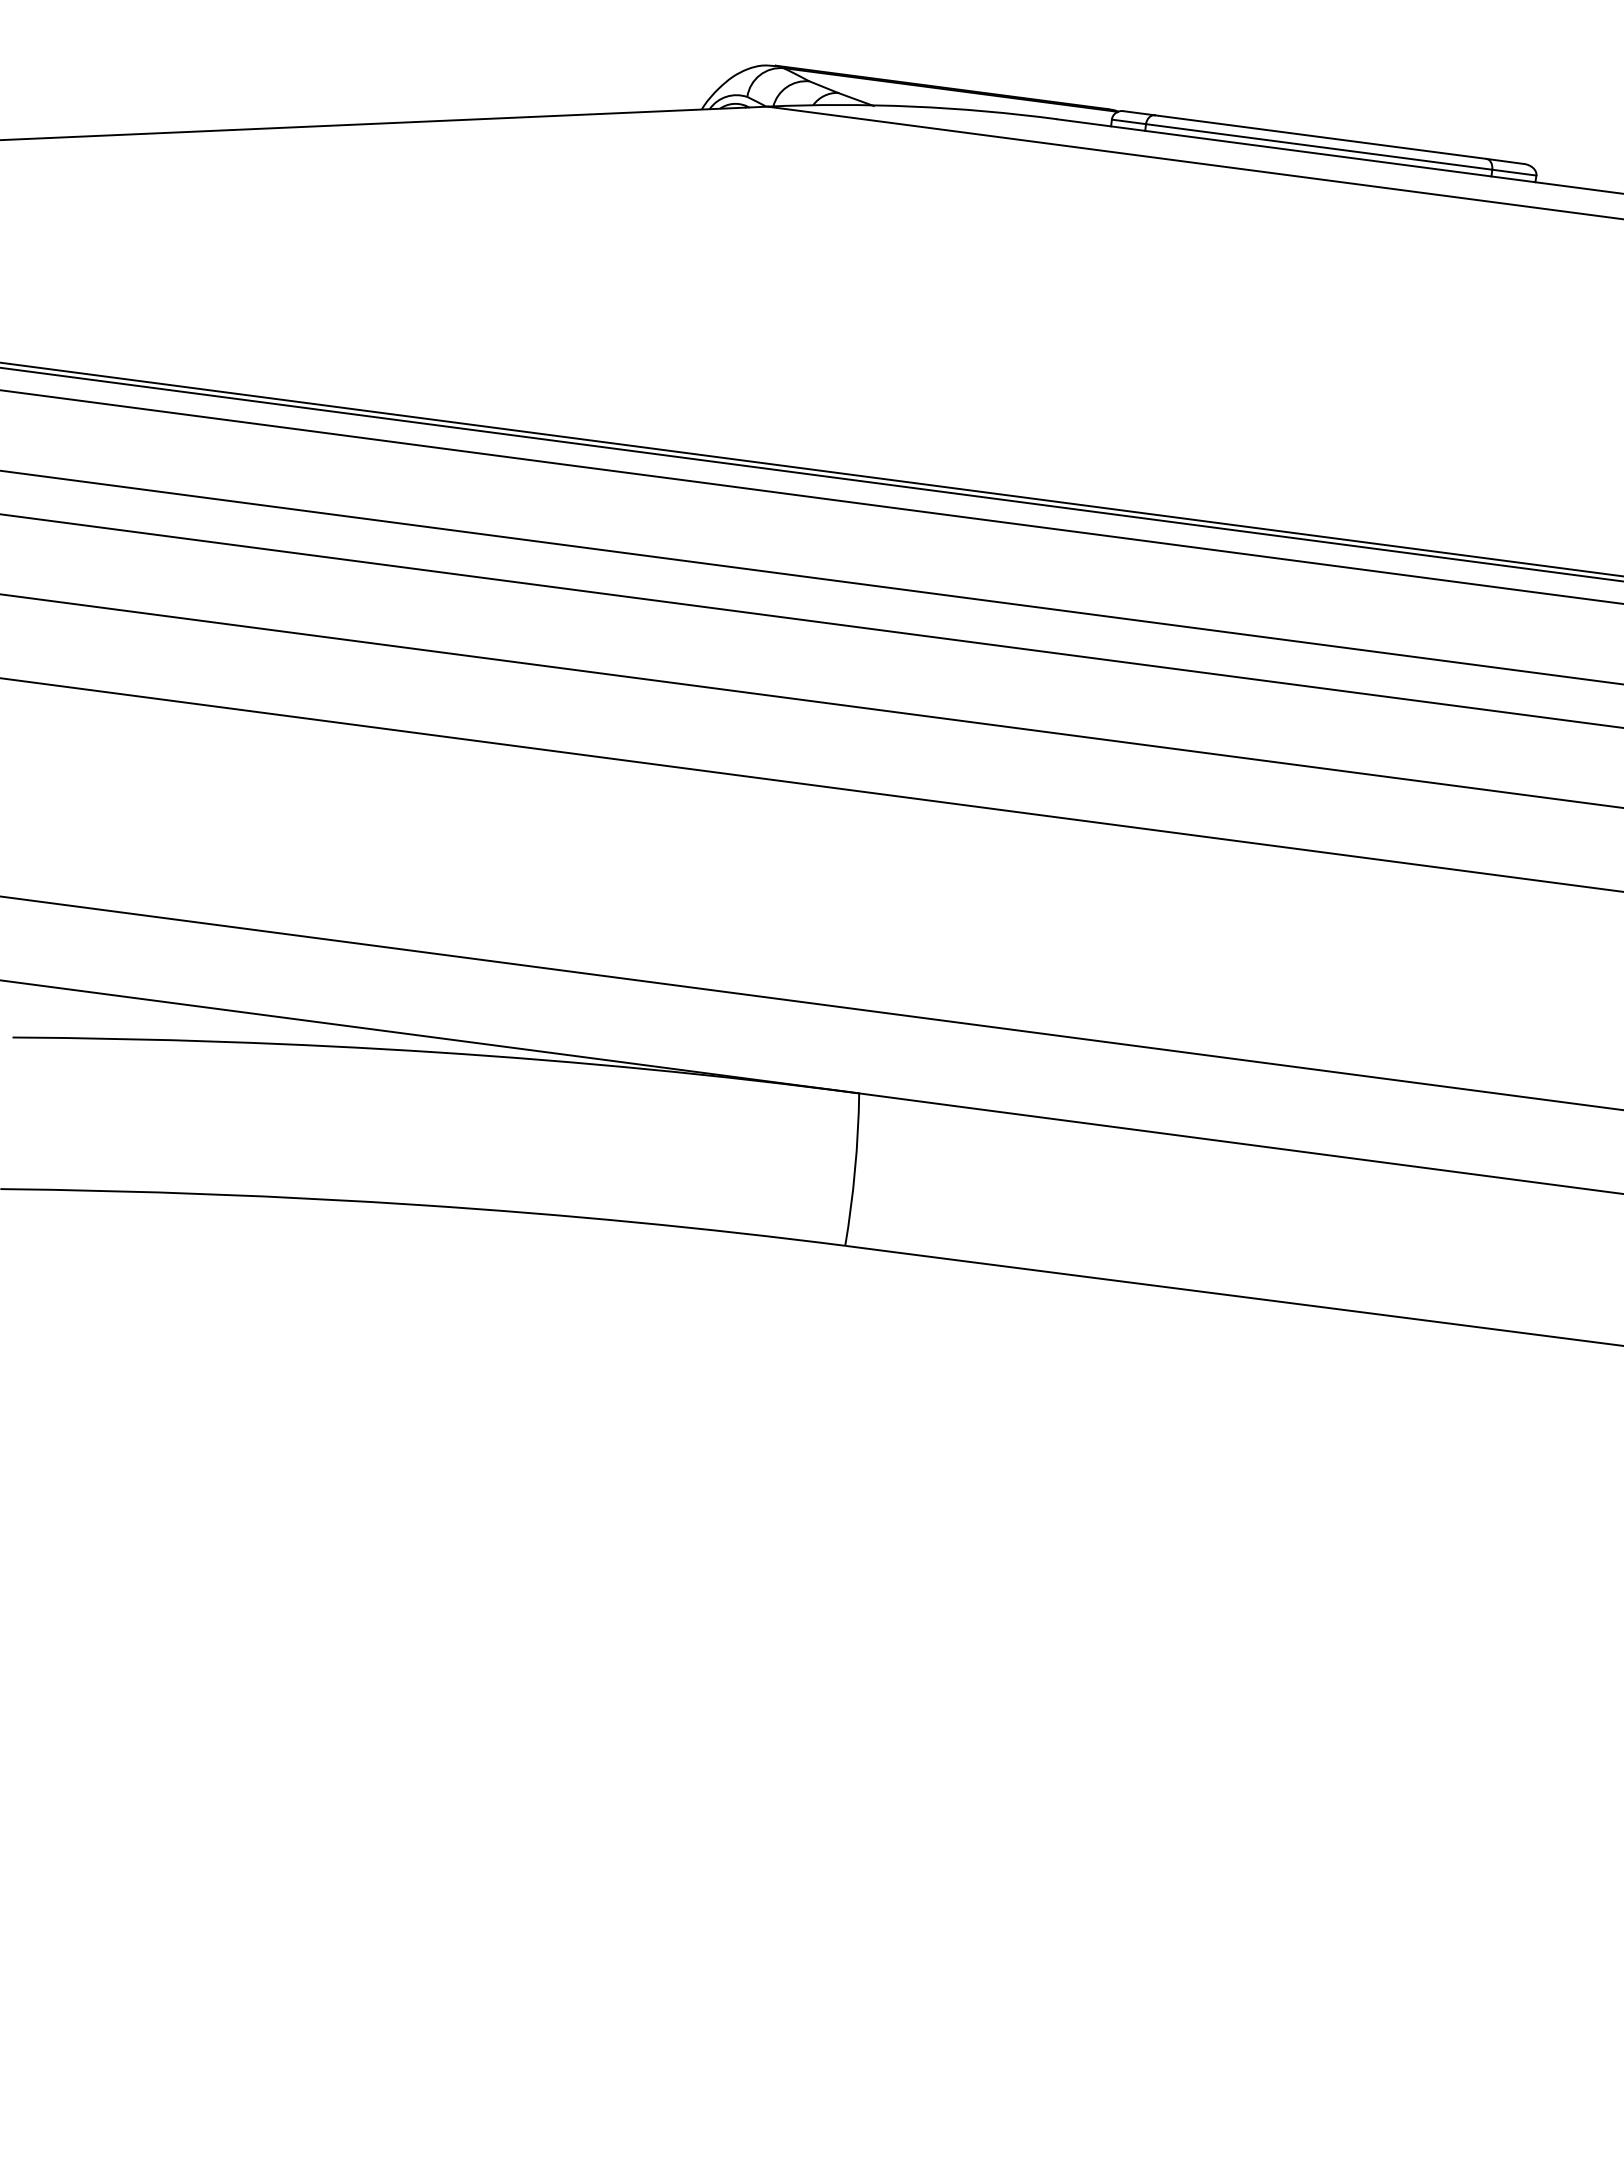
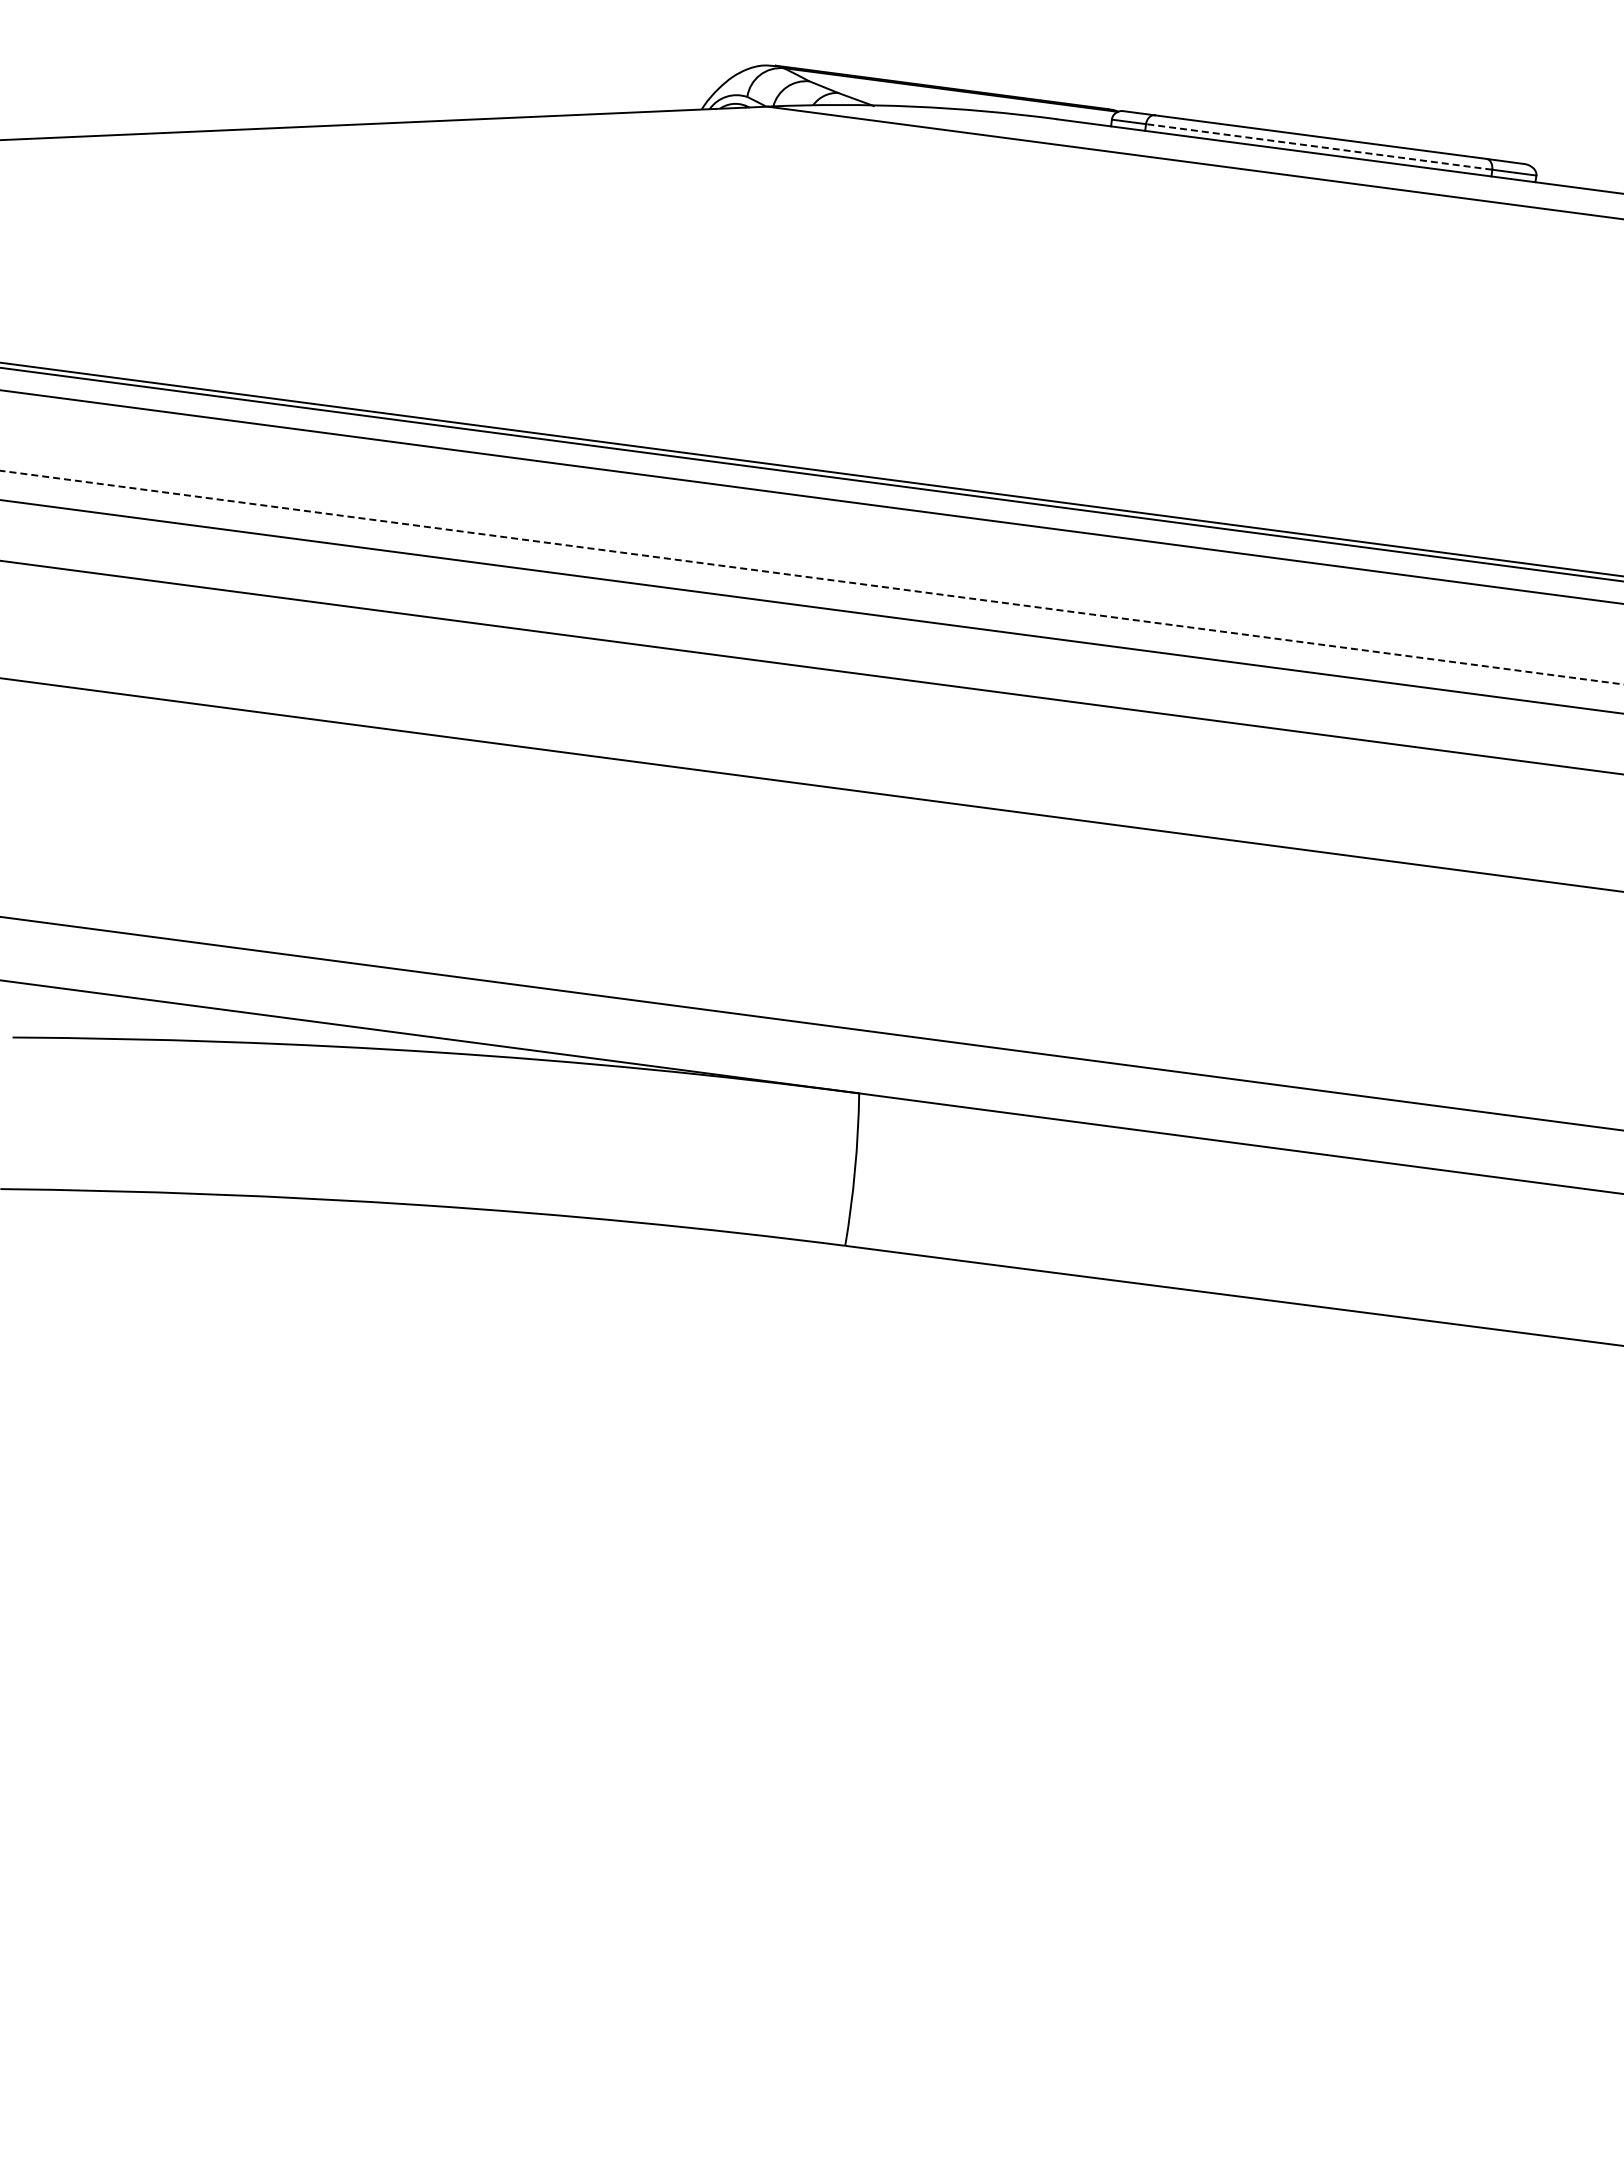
line at (1319, 146): solid -> dashed
line at (812, 577): solid -> dashed
line at (811, 620) position: (811, 620) -> (811, 606)
line at (811, 700) position: (811, 700) -> (811, 667)
line at (811, 1002) position: (811, 1002) -> (811, 1023)
